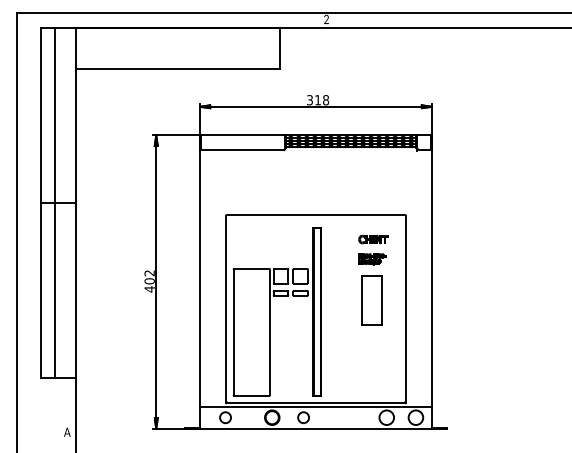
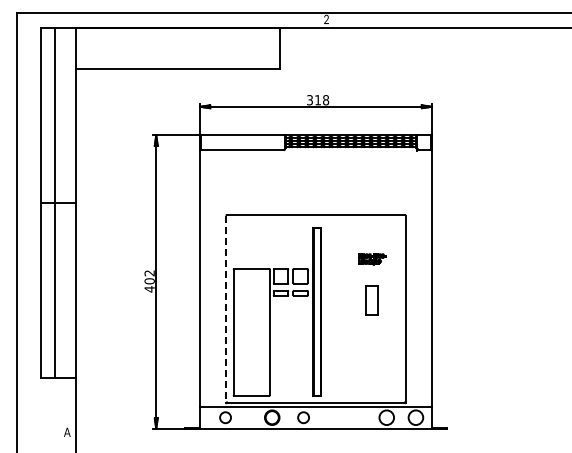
part at (373, 239): present -> none
part at (371, 300) size: 22x51 px -> 14x31 px
line at (226, 309): solid -> dashed
